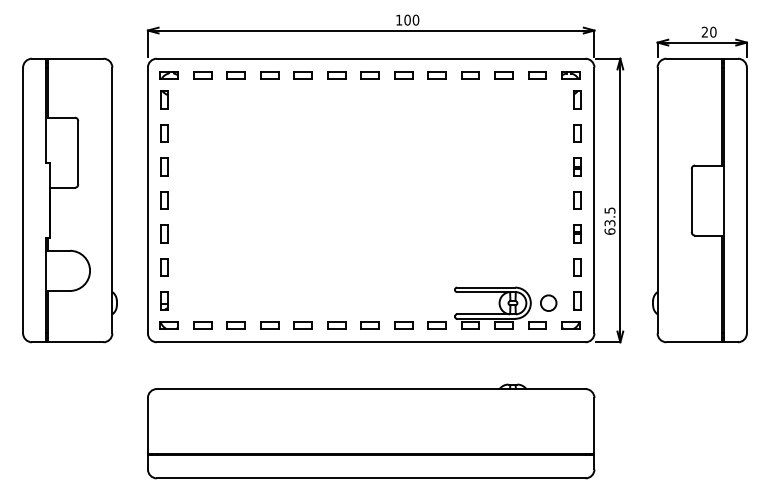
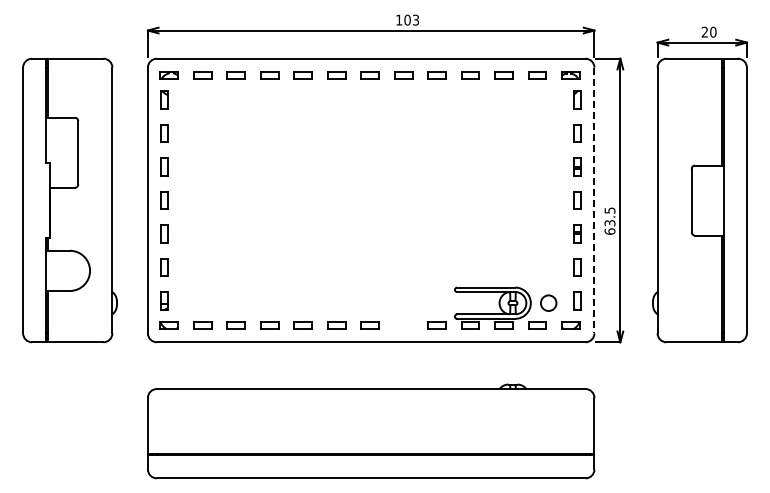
text at (415, 19): 100 -> 103
line at (594, 200): solid -> dashed
part at (403, 325): present -> none
